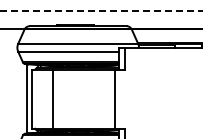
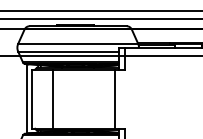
line at (101, 11): dashed -> solid
line at (100, 19): none -> present
line at (100, 56): none -> present
